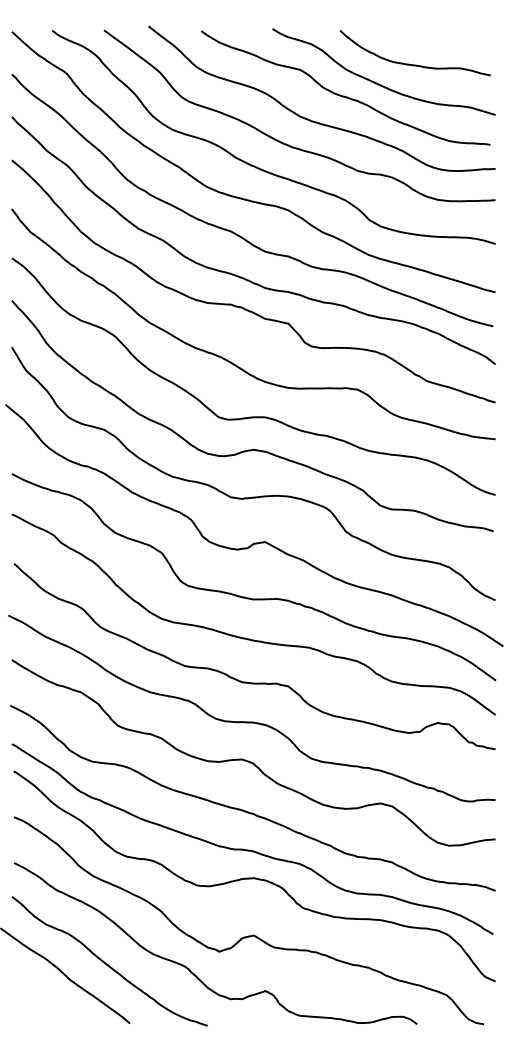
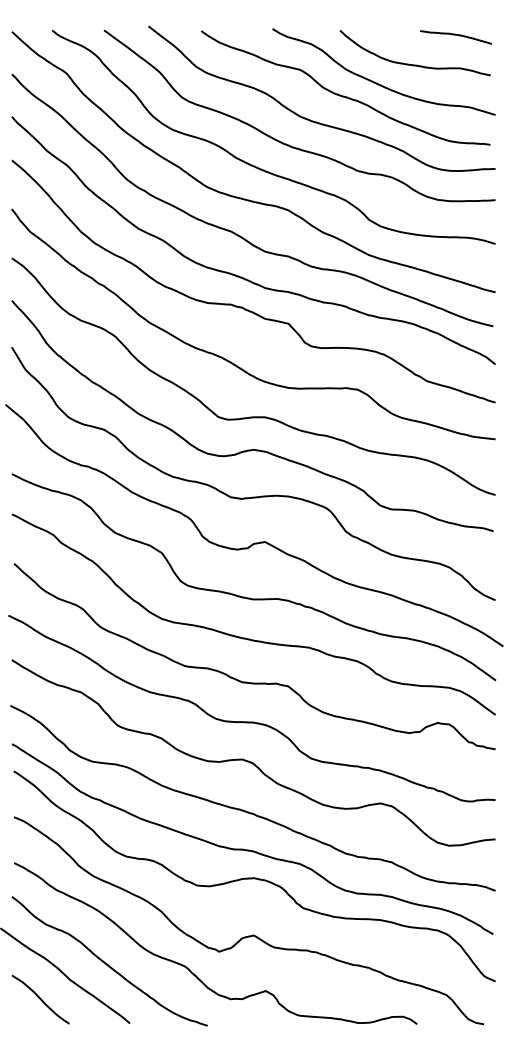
curve at (455, 35): none -> present
curve at (40, 999): none -> present
